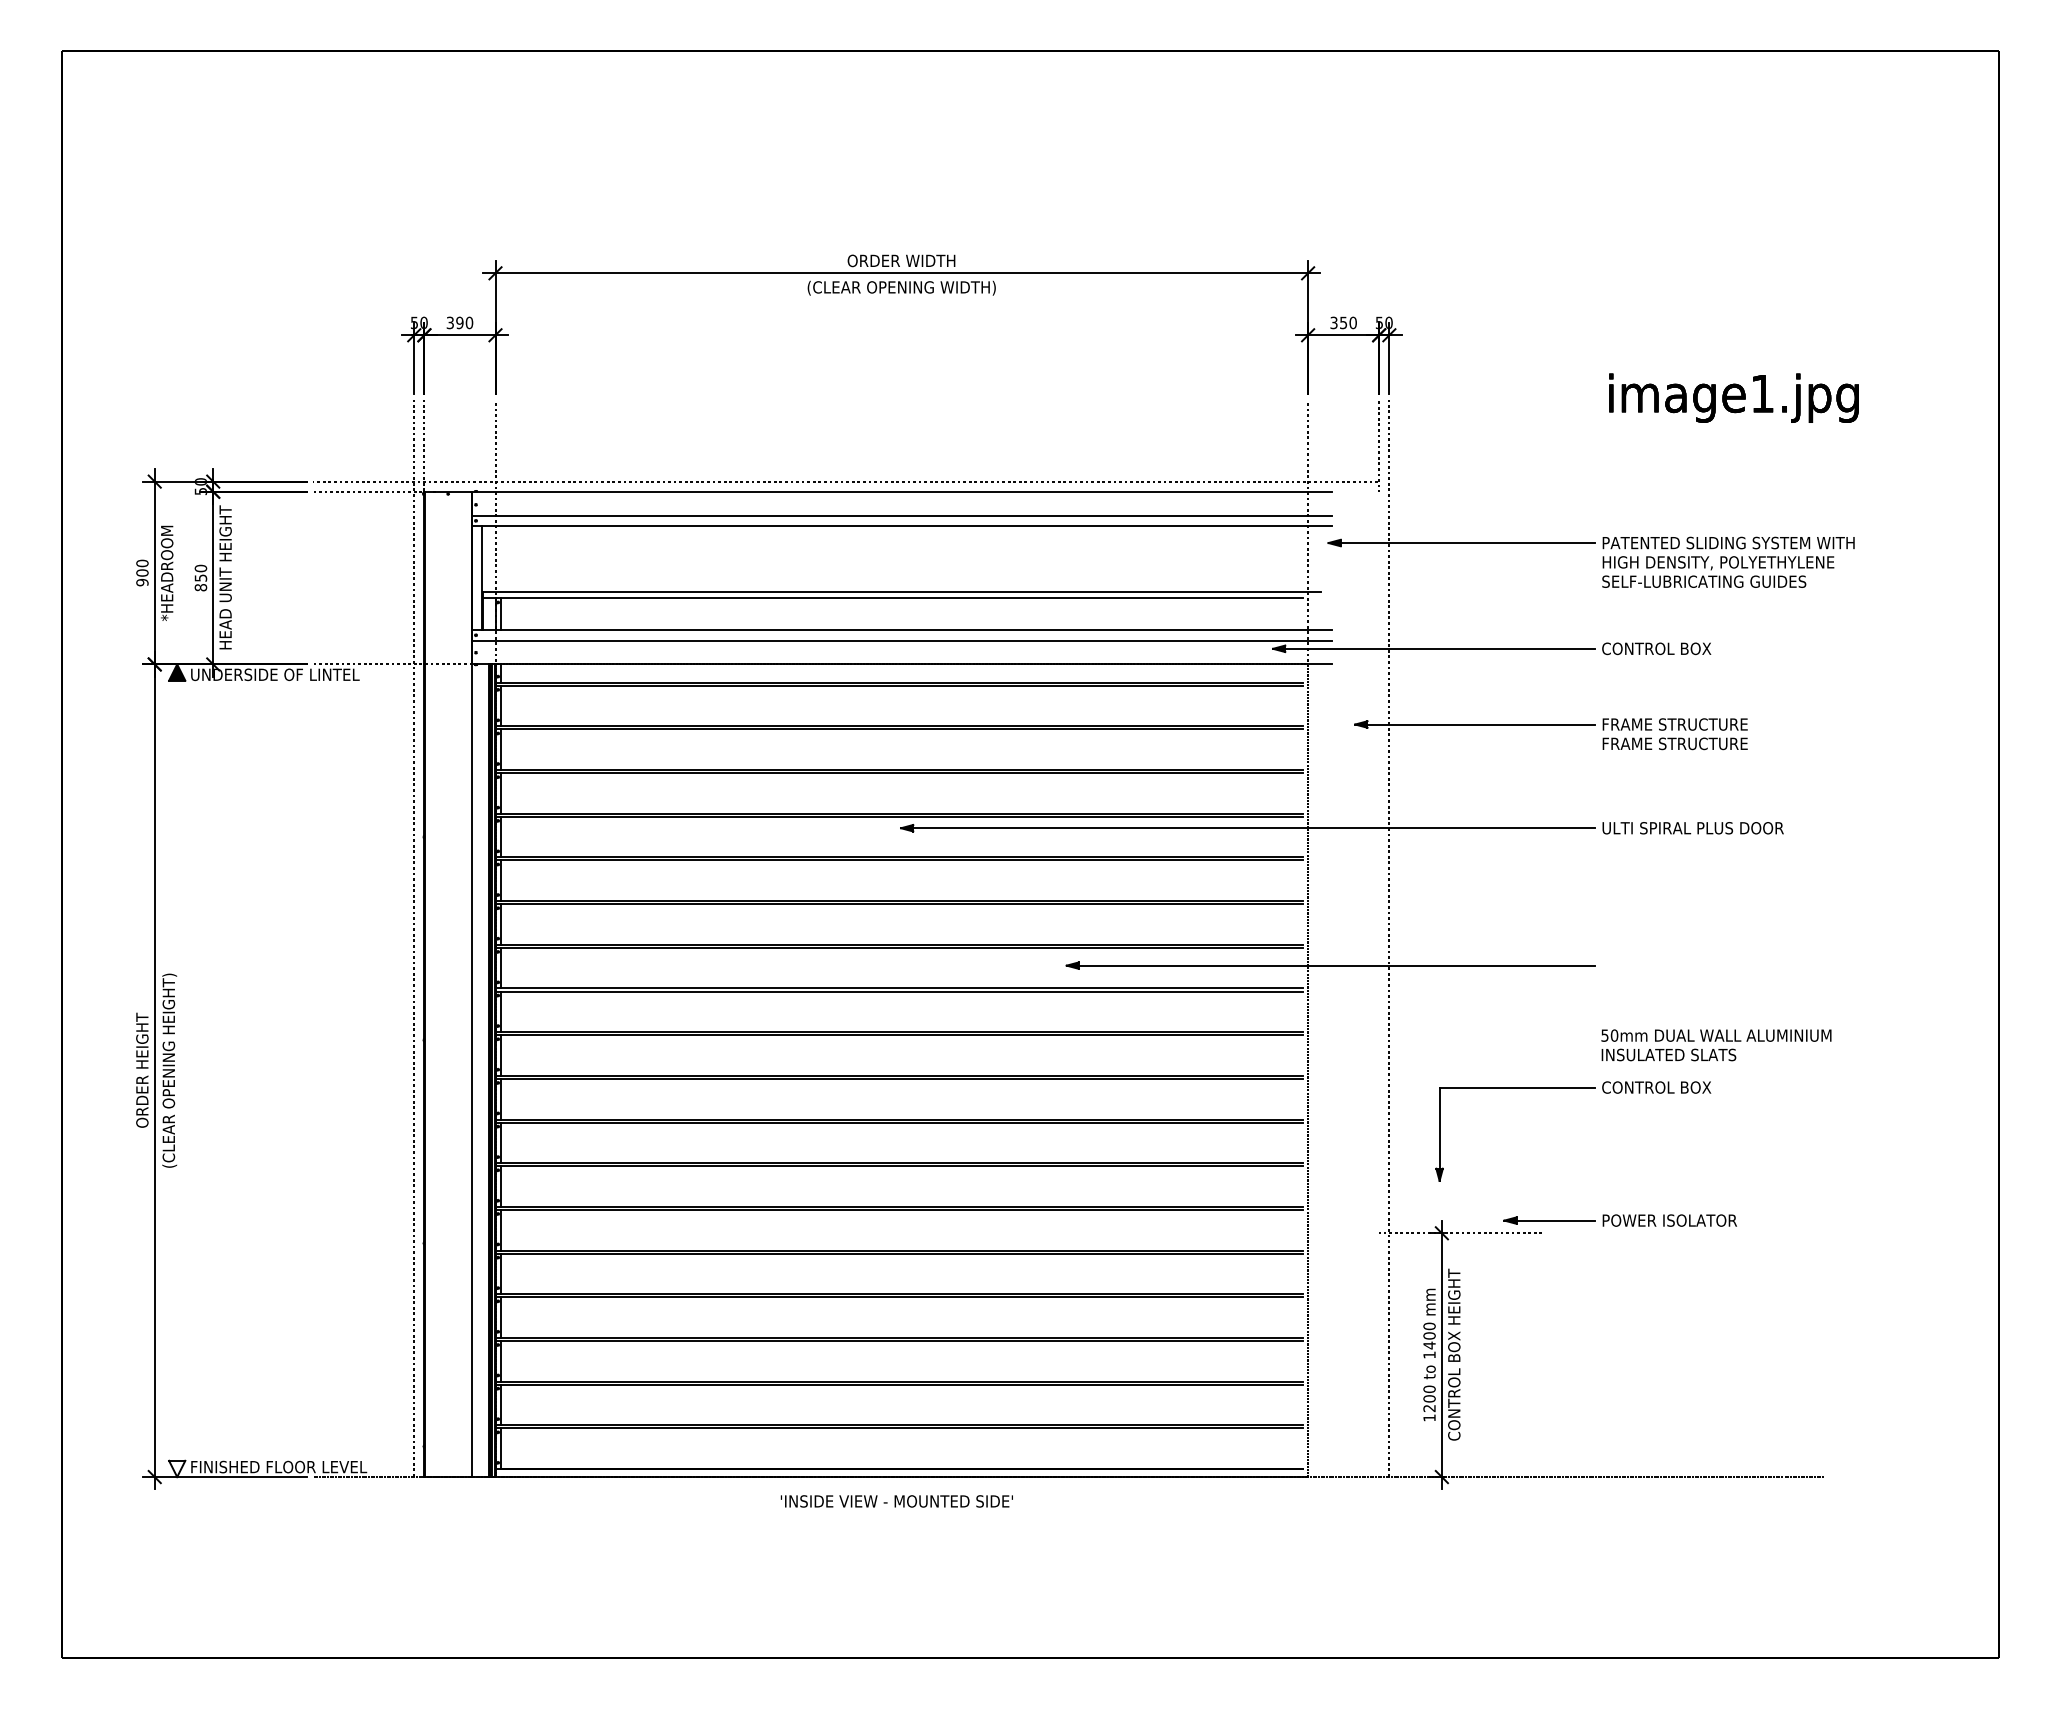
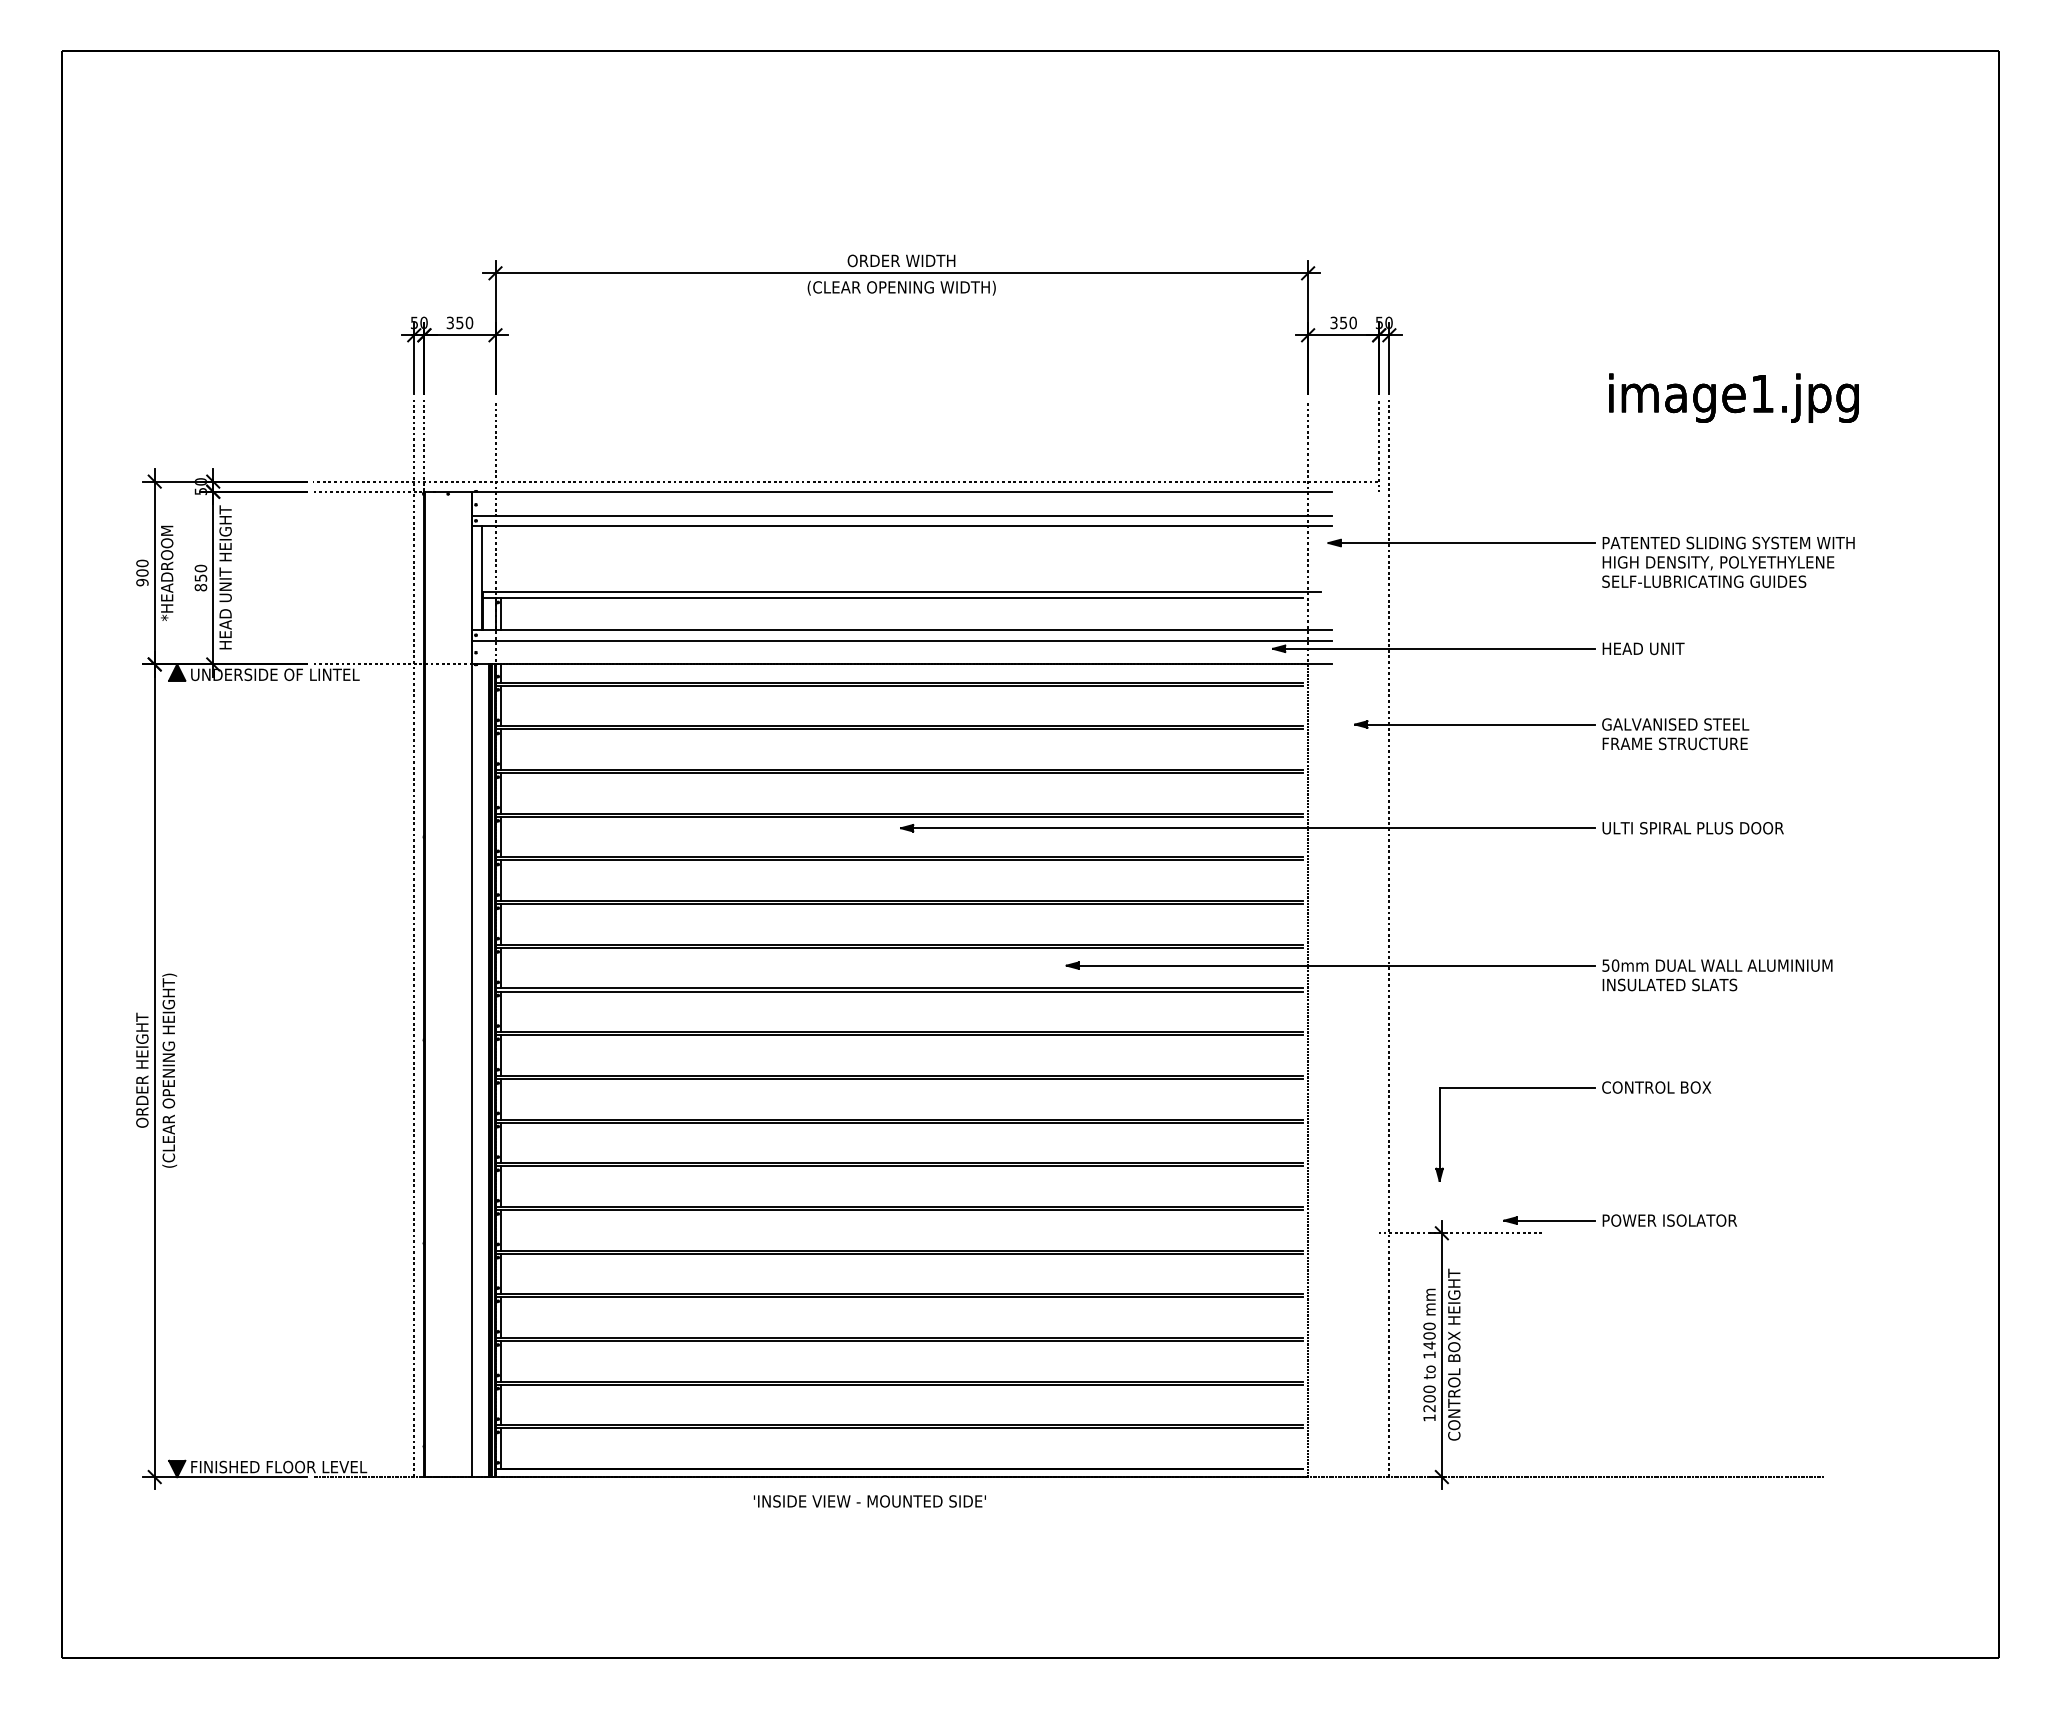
text at (459, 322): 390 -> 350
text at (1656, 648): CONTROL BOX -> HEAD UNIT
text at (1675, 724): FRAME STRUCTURE -> GALVANISED STEEL
text at (1716, 1045) position: (1716, 1045) -> (1717, 975)
fill at (177, 1468): none -> present
text at (896, 1501) position: (896, 1501) -> (869, 1501)
